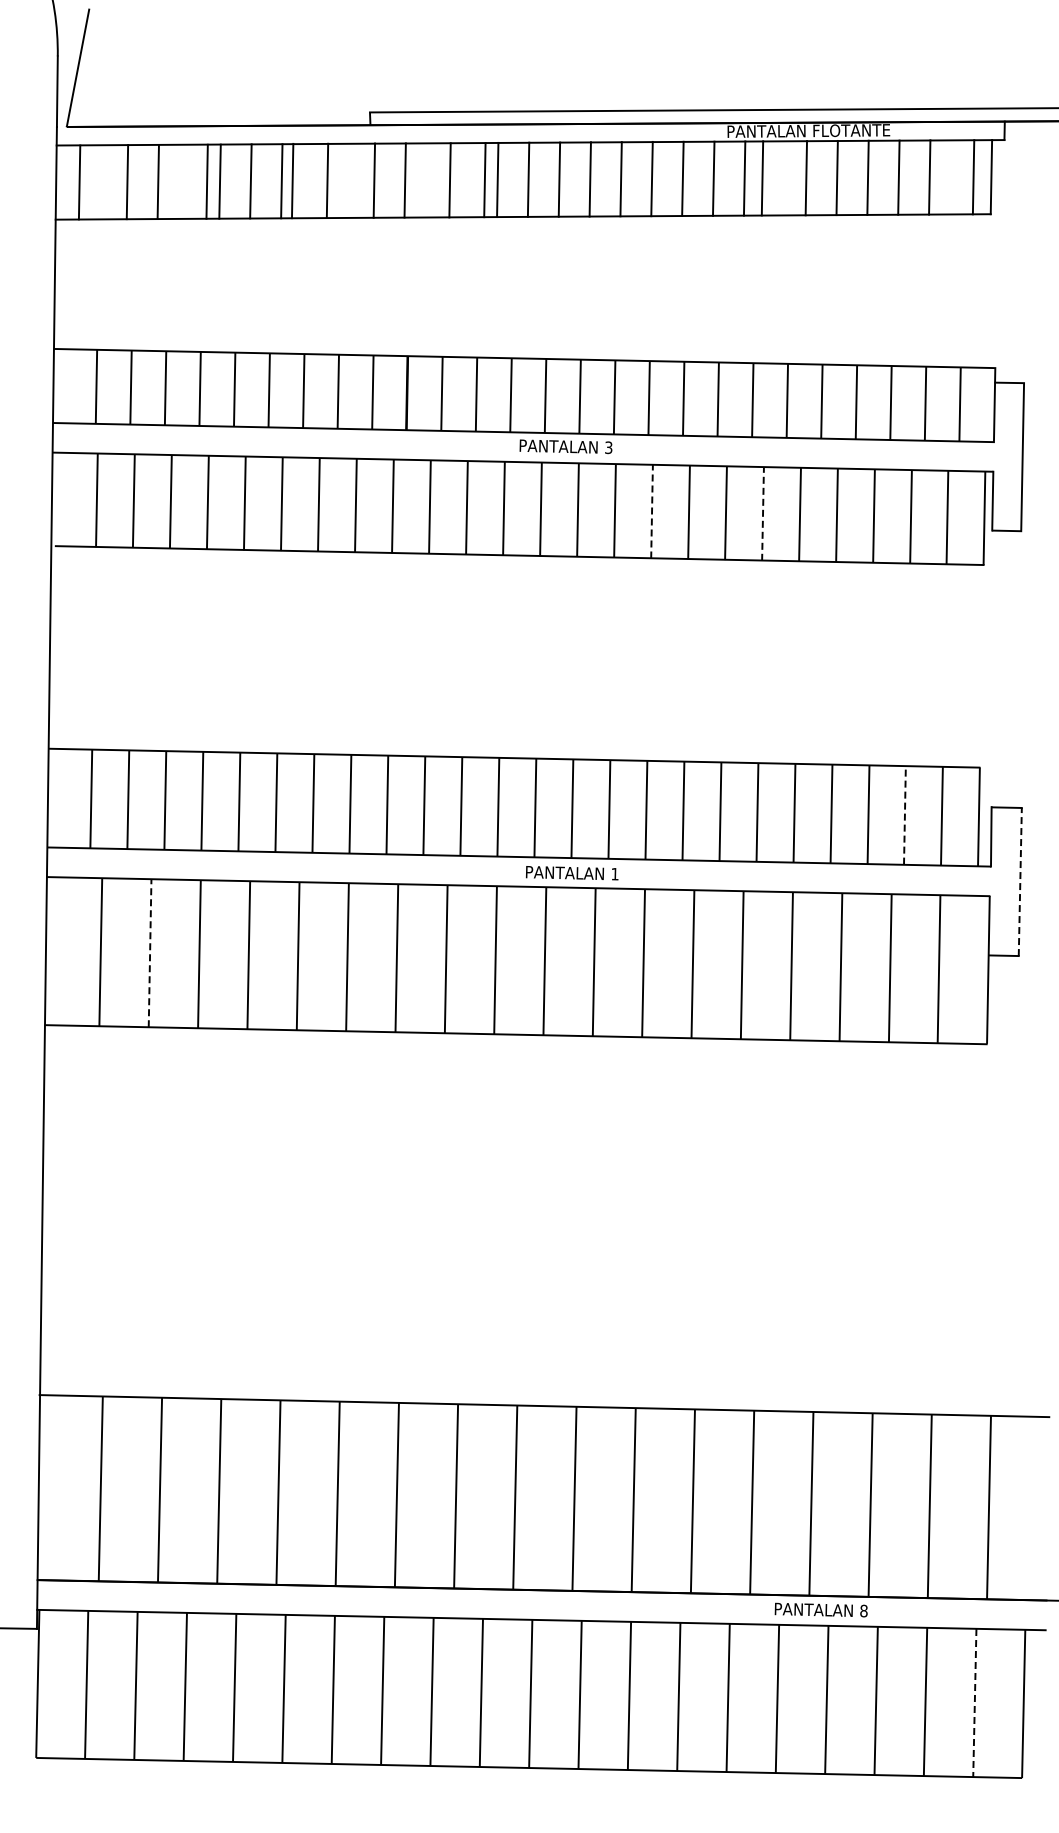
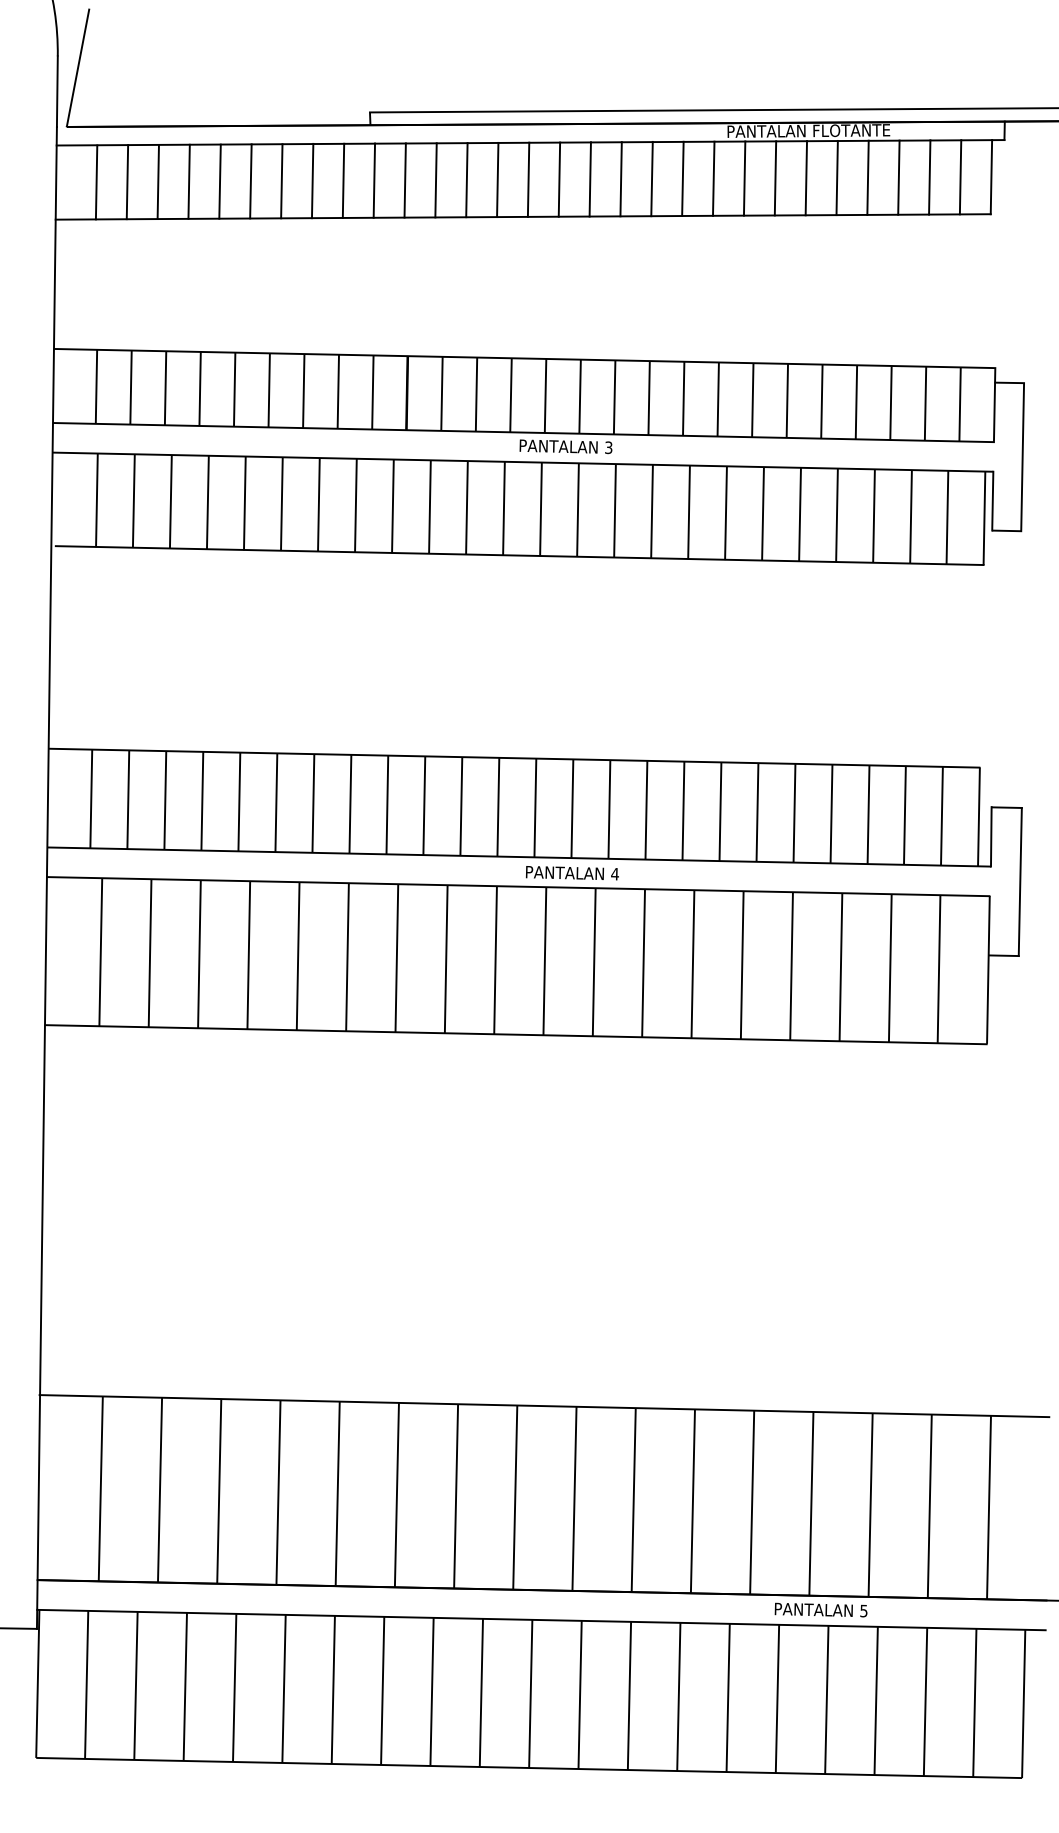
line at (973, 177) position: (973, 177) -> (960, 177)
line at (762, 178) position: (762, 178) -> (775, 178)
line at (292, 180) position: (292, 180) -> (312, 180)
line at (327, 180) position: (327, 180) -> (343, 180)
line at (449, 180) position: (449, 180) -> (435, 180)
line at (484, 180) position: (484, 180) -> (466, 180)
line at (206, 181) position: (206, 181) -> (188, 181)
line at (79, 182) position: (79, 182) -> (96, 182)
line at (652, 511): dashed -> solid
line at (763, 513): dashed -> solid
line at (904, 814): dashed -> solid
text at (614, 874): 1 -> 4
line at (1020, 881): dashed -> solid
line at (150, 952): dashed -> solid
text at (863, 1610): 8 -> 5
line at (974, 1703): dashed -> solid
